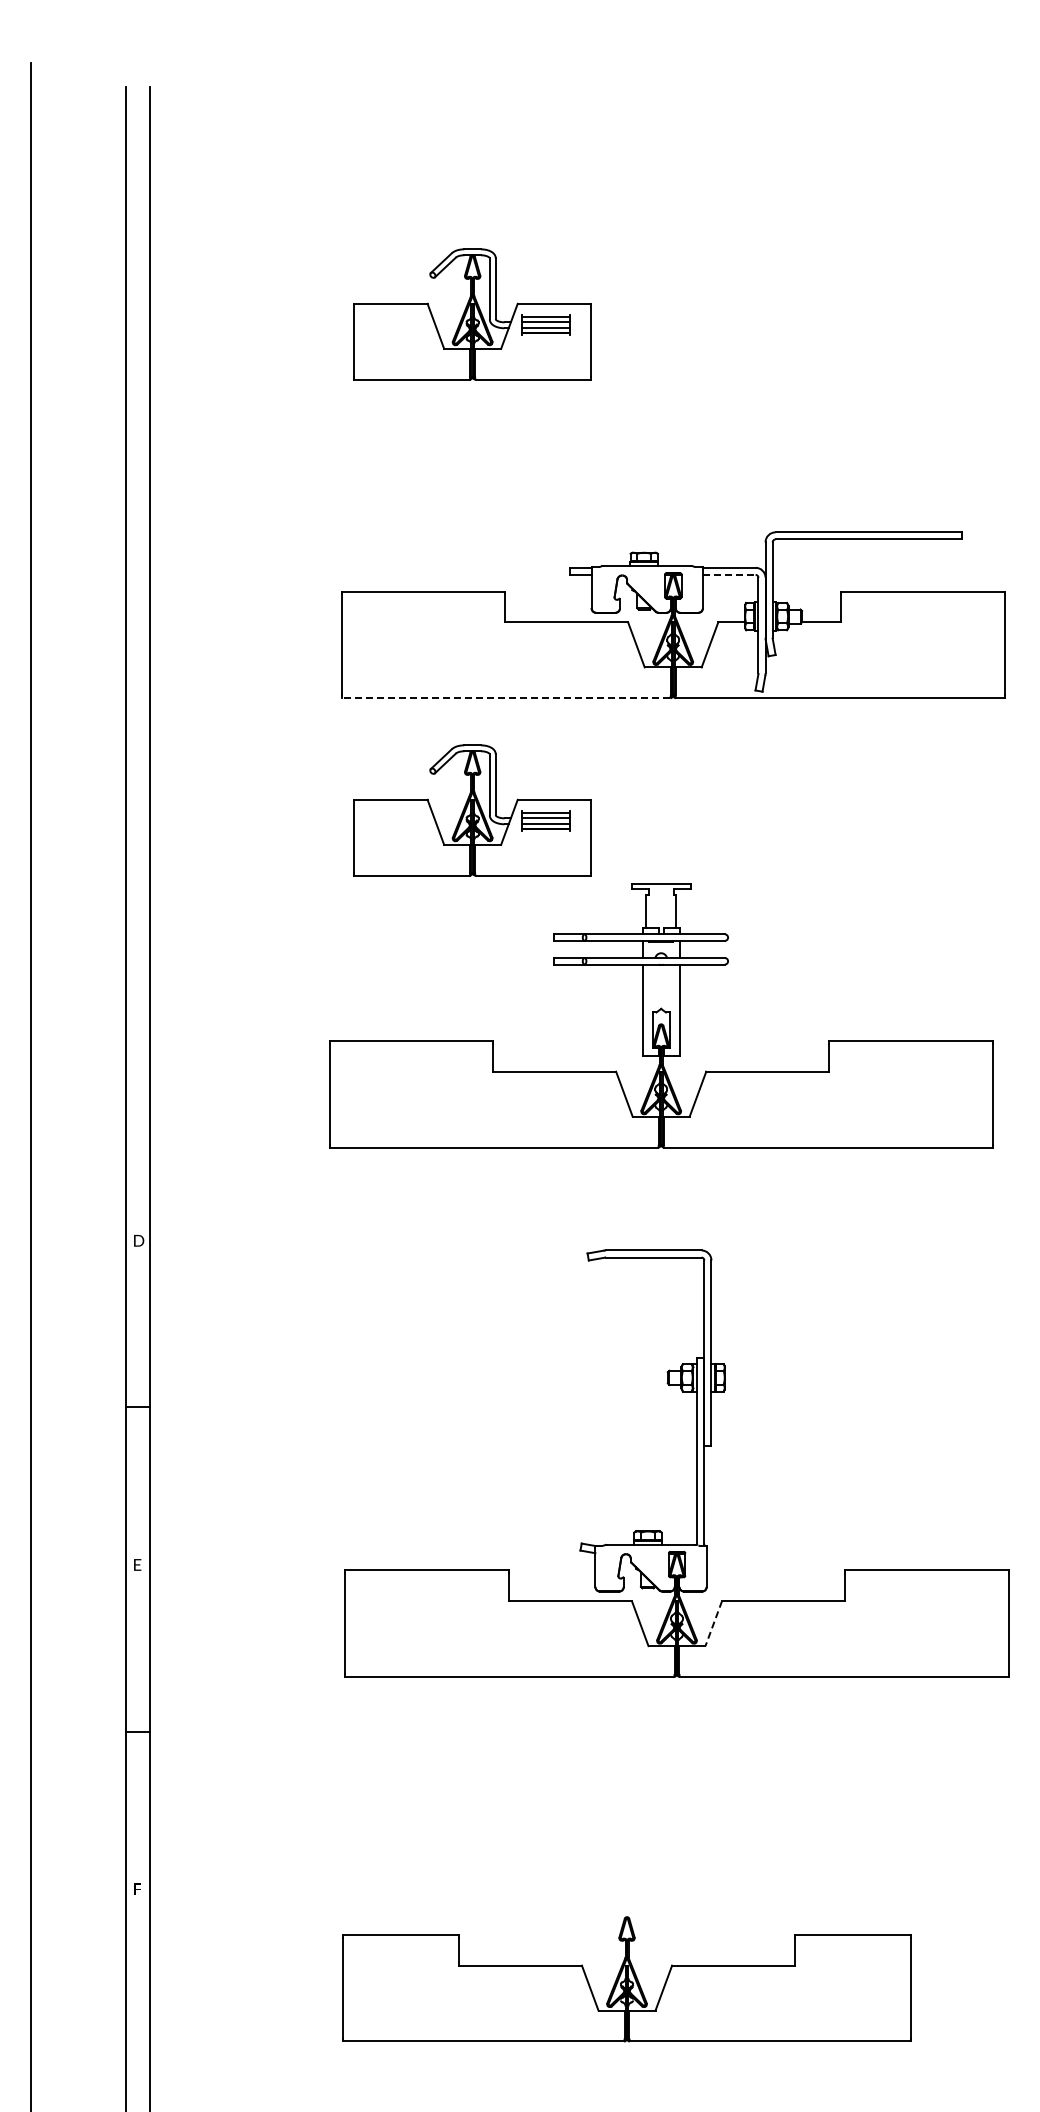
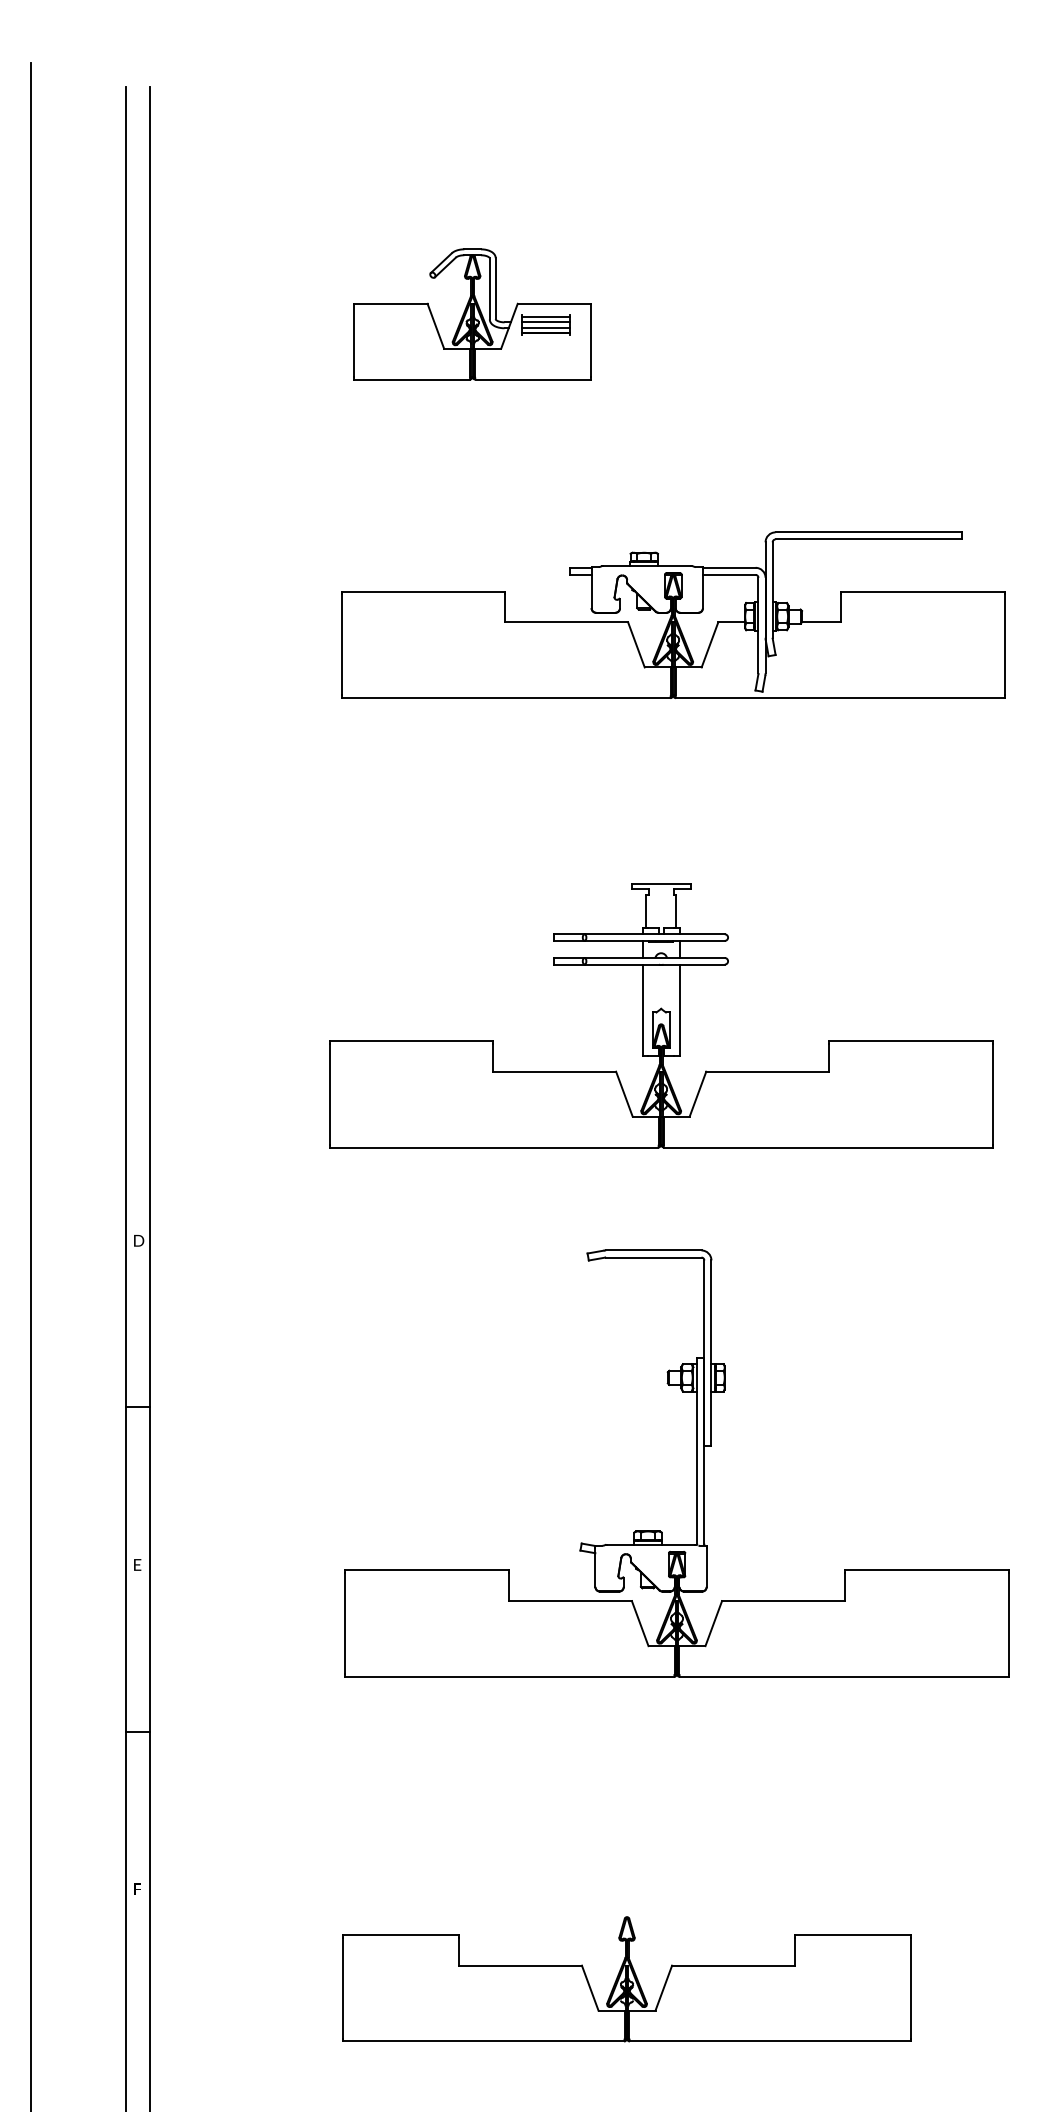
line at (729, 574): dashed -> solid
line at (505, 698): dashed -> solid
part at (472, 810): present -> none
line at (713, 1623): dashed -> solid
